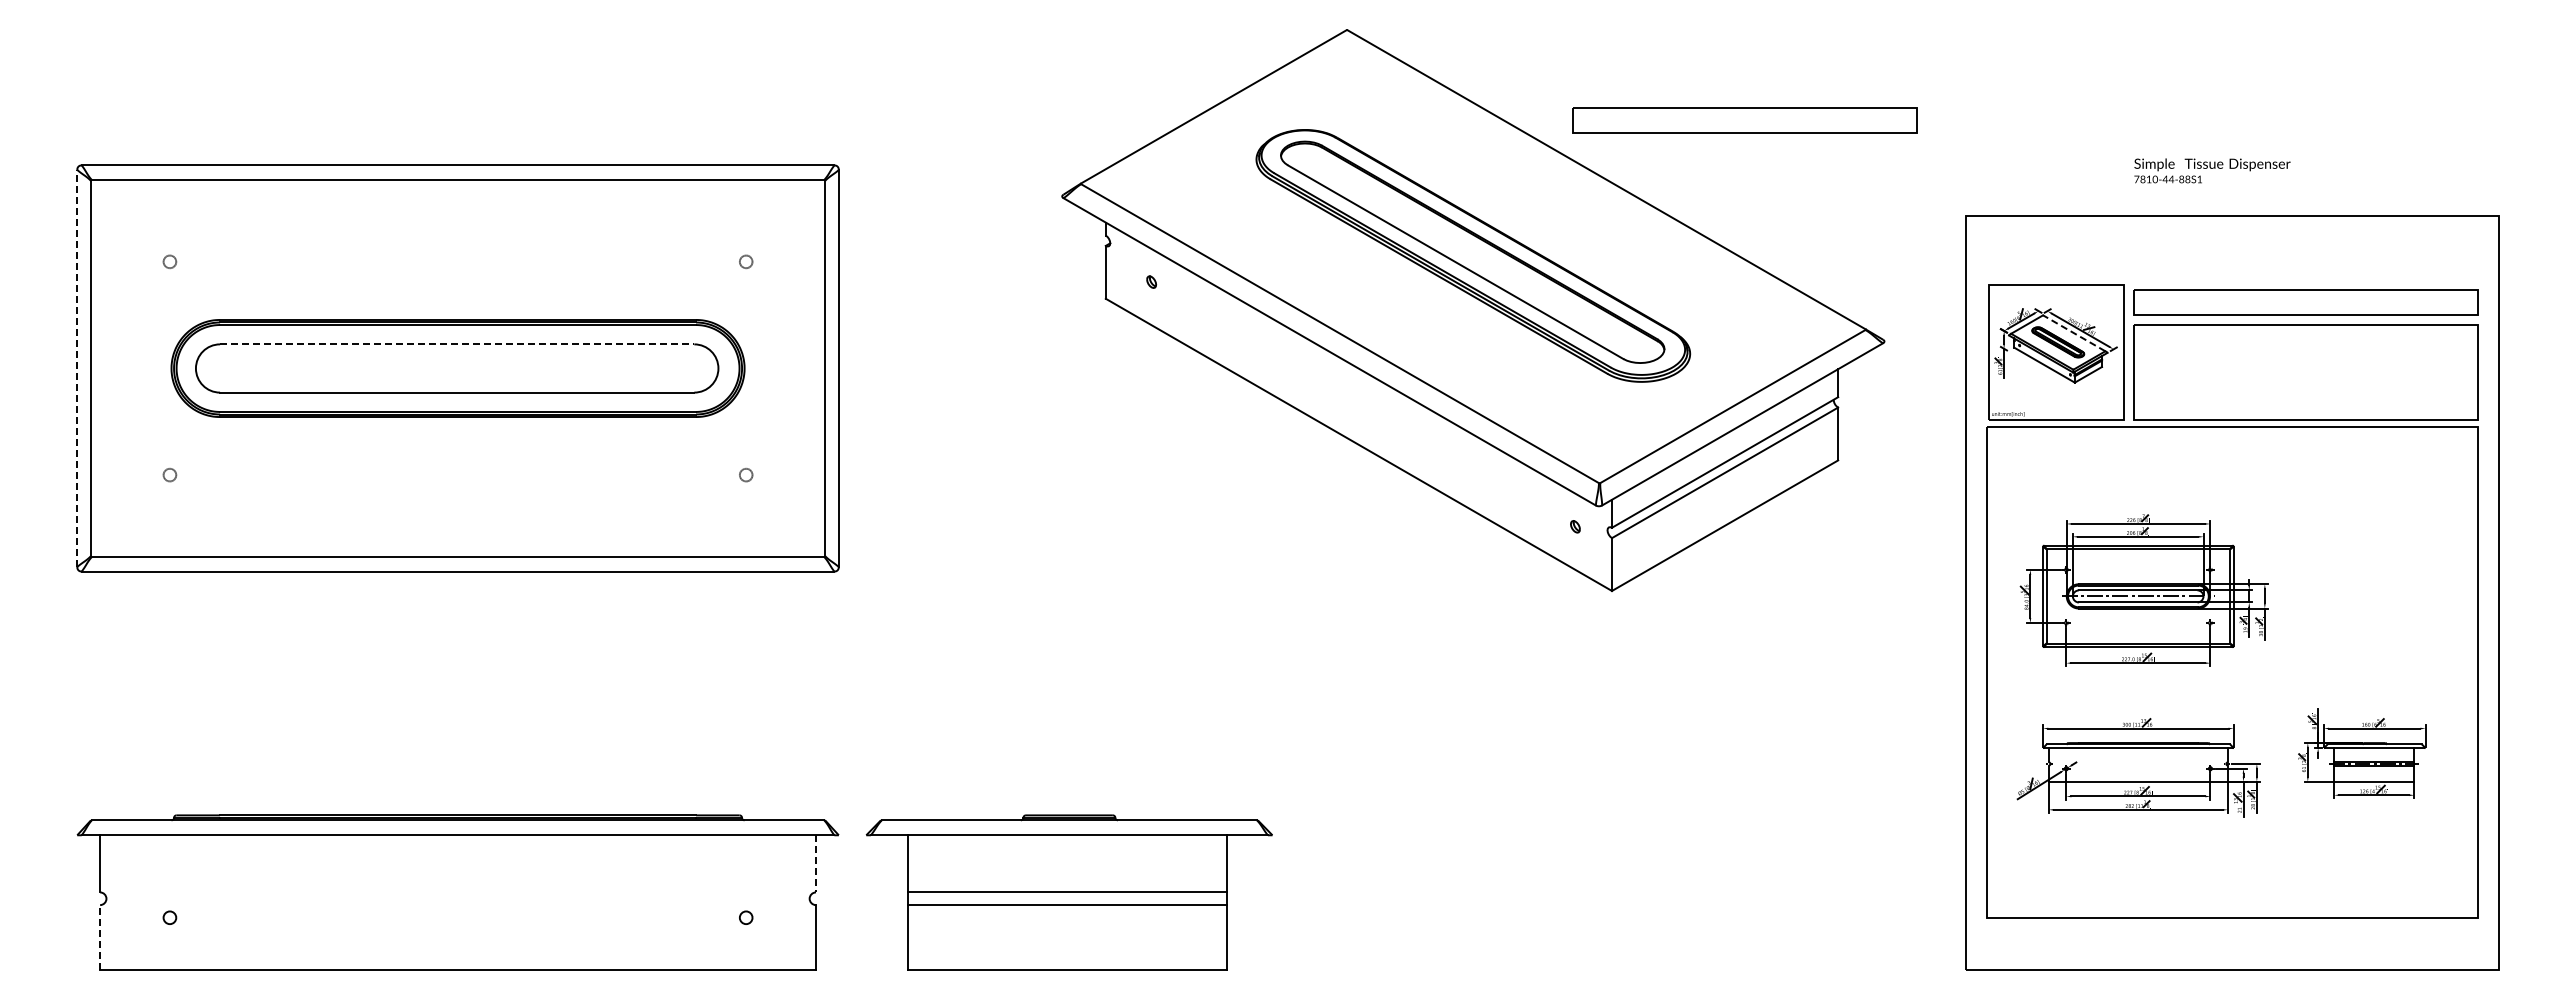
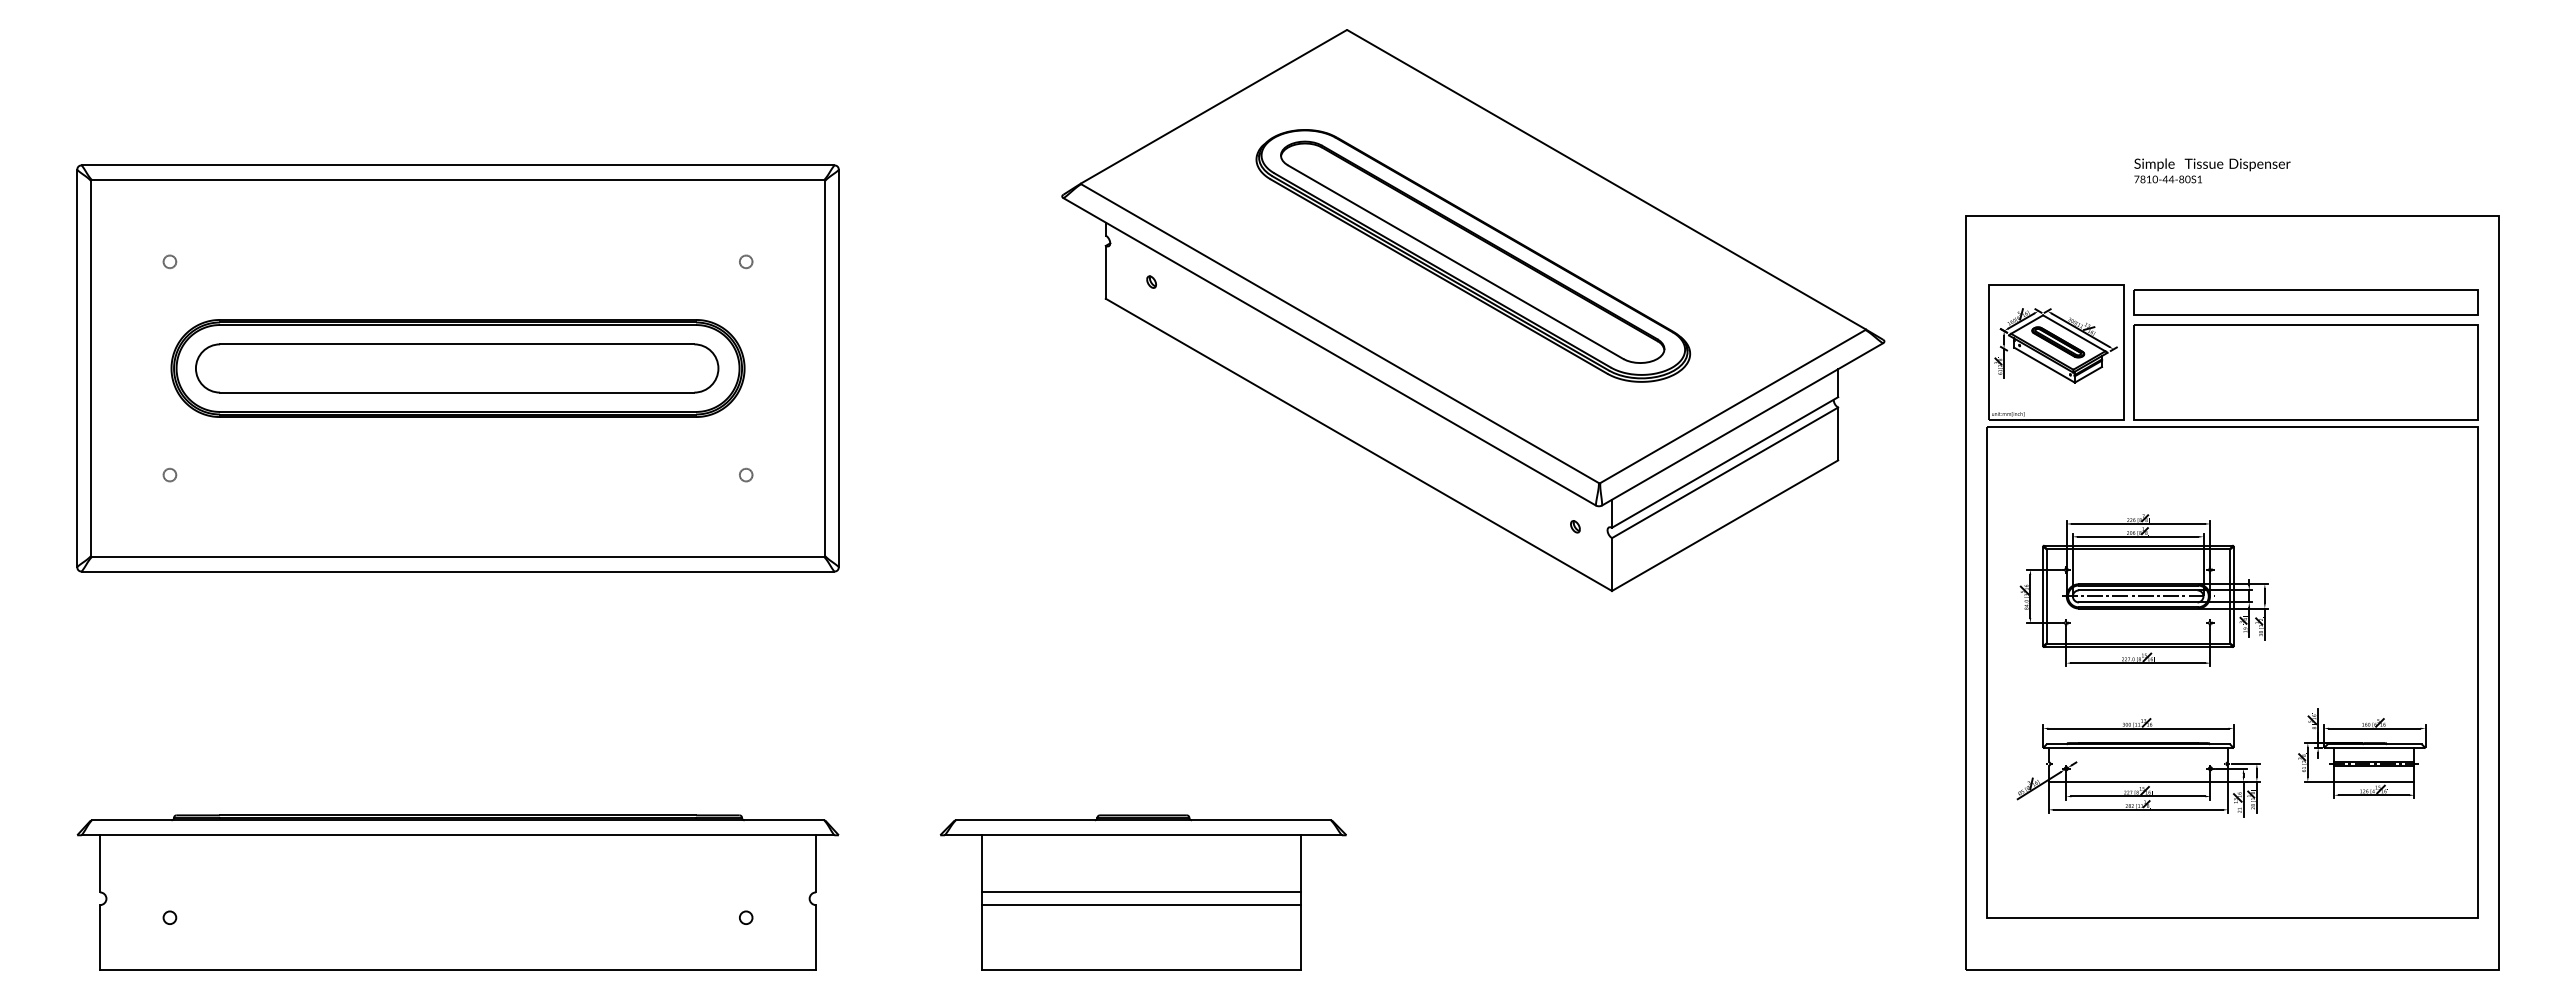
part at (1744, 120): present -> none
text at (2187, 179): 7810-44-88S1 -> 7810-44-80S1
line at (2074, 333): dashed -> solid
line at (457, 344): dashed -> solid
line at (77, 368): dashed -> solid
line at (815, 863): dashed -> solid
part at (1068, 892) position: (1068, 892) -> (1142, 892)
line at (100, 936): dashed -> solid
